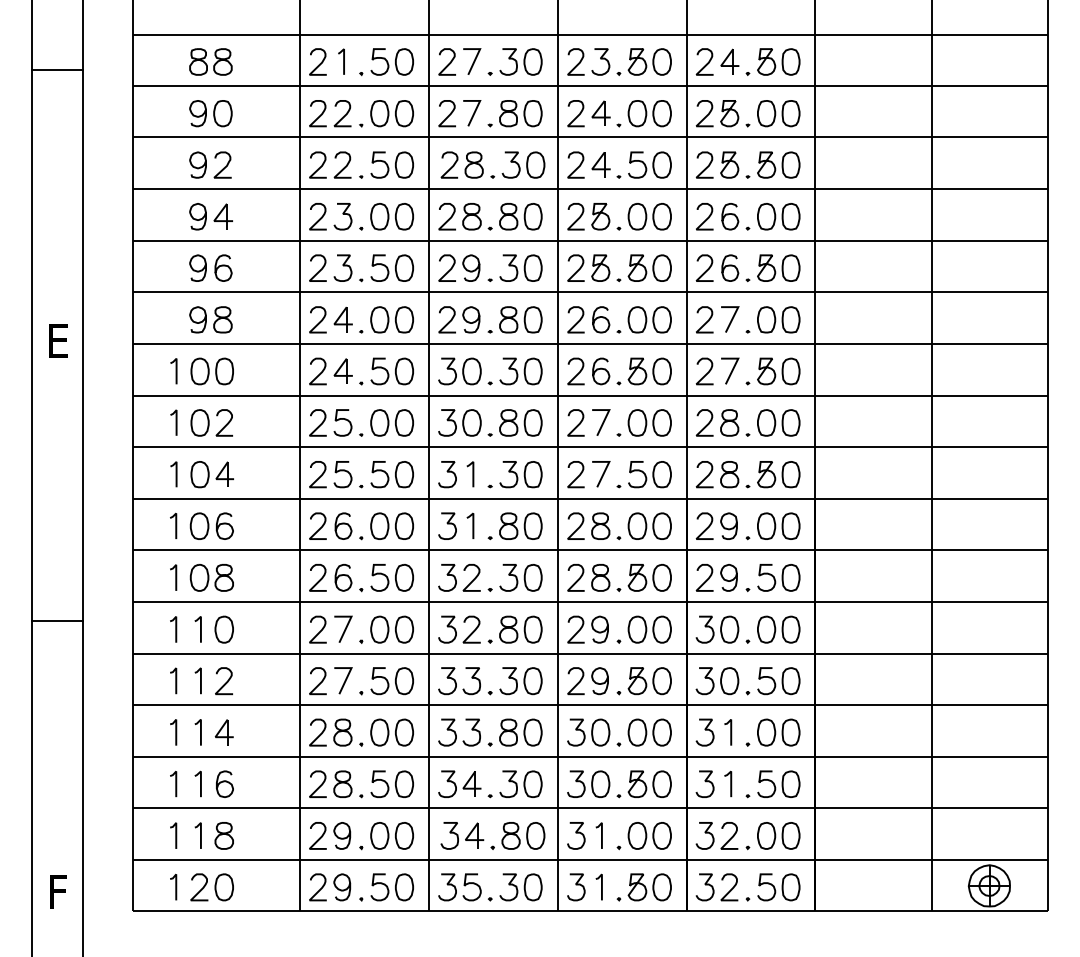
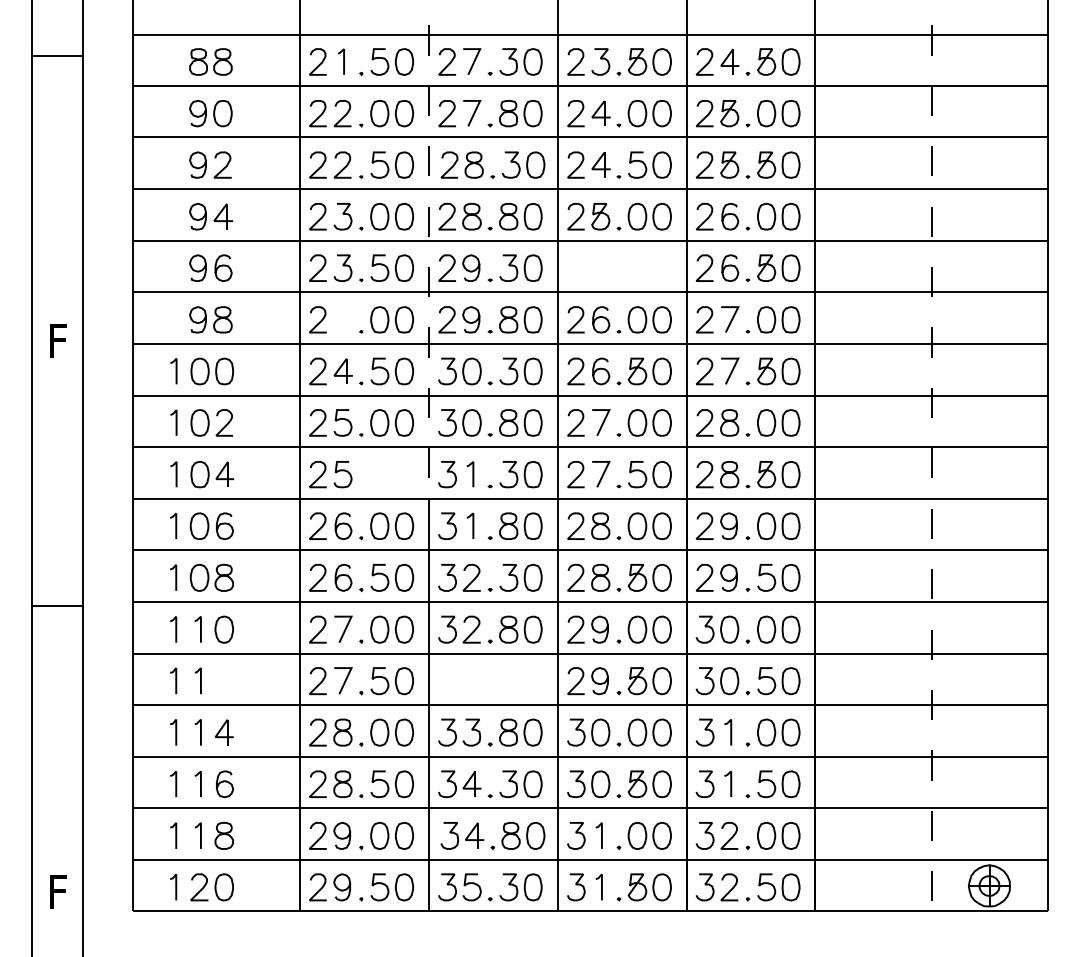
line at (57, 69) position: (57, 69) -> (57, 55)
line at (428, 249): solid -> dashed
part at (610, 271): present -> none
part at (342, 319): present -> none
text at (58, 340): E -> F
line at (931, 456): solid -> dashed
part at (386, 474): present -> none
line at (57, 620) position: (57, 620) -> (57, 605)
part at (480, 681): present -> none
curve at (225, 682): present -> none
